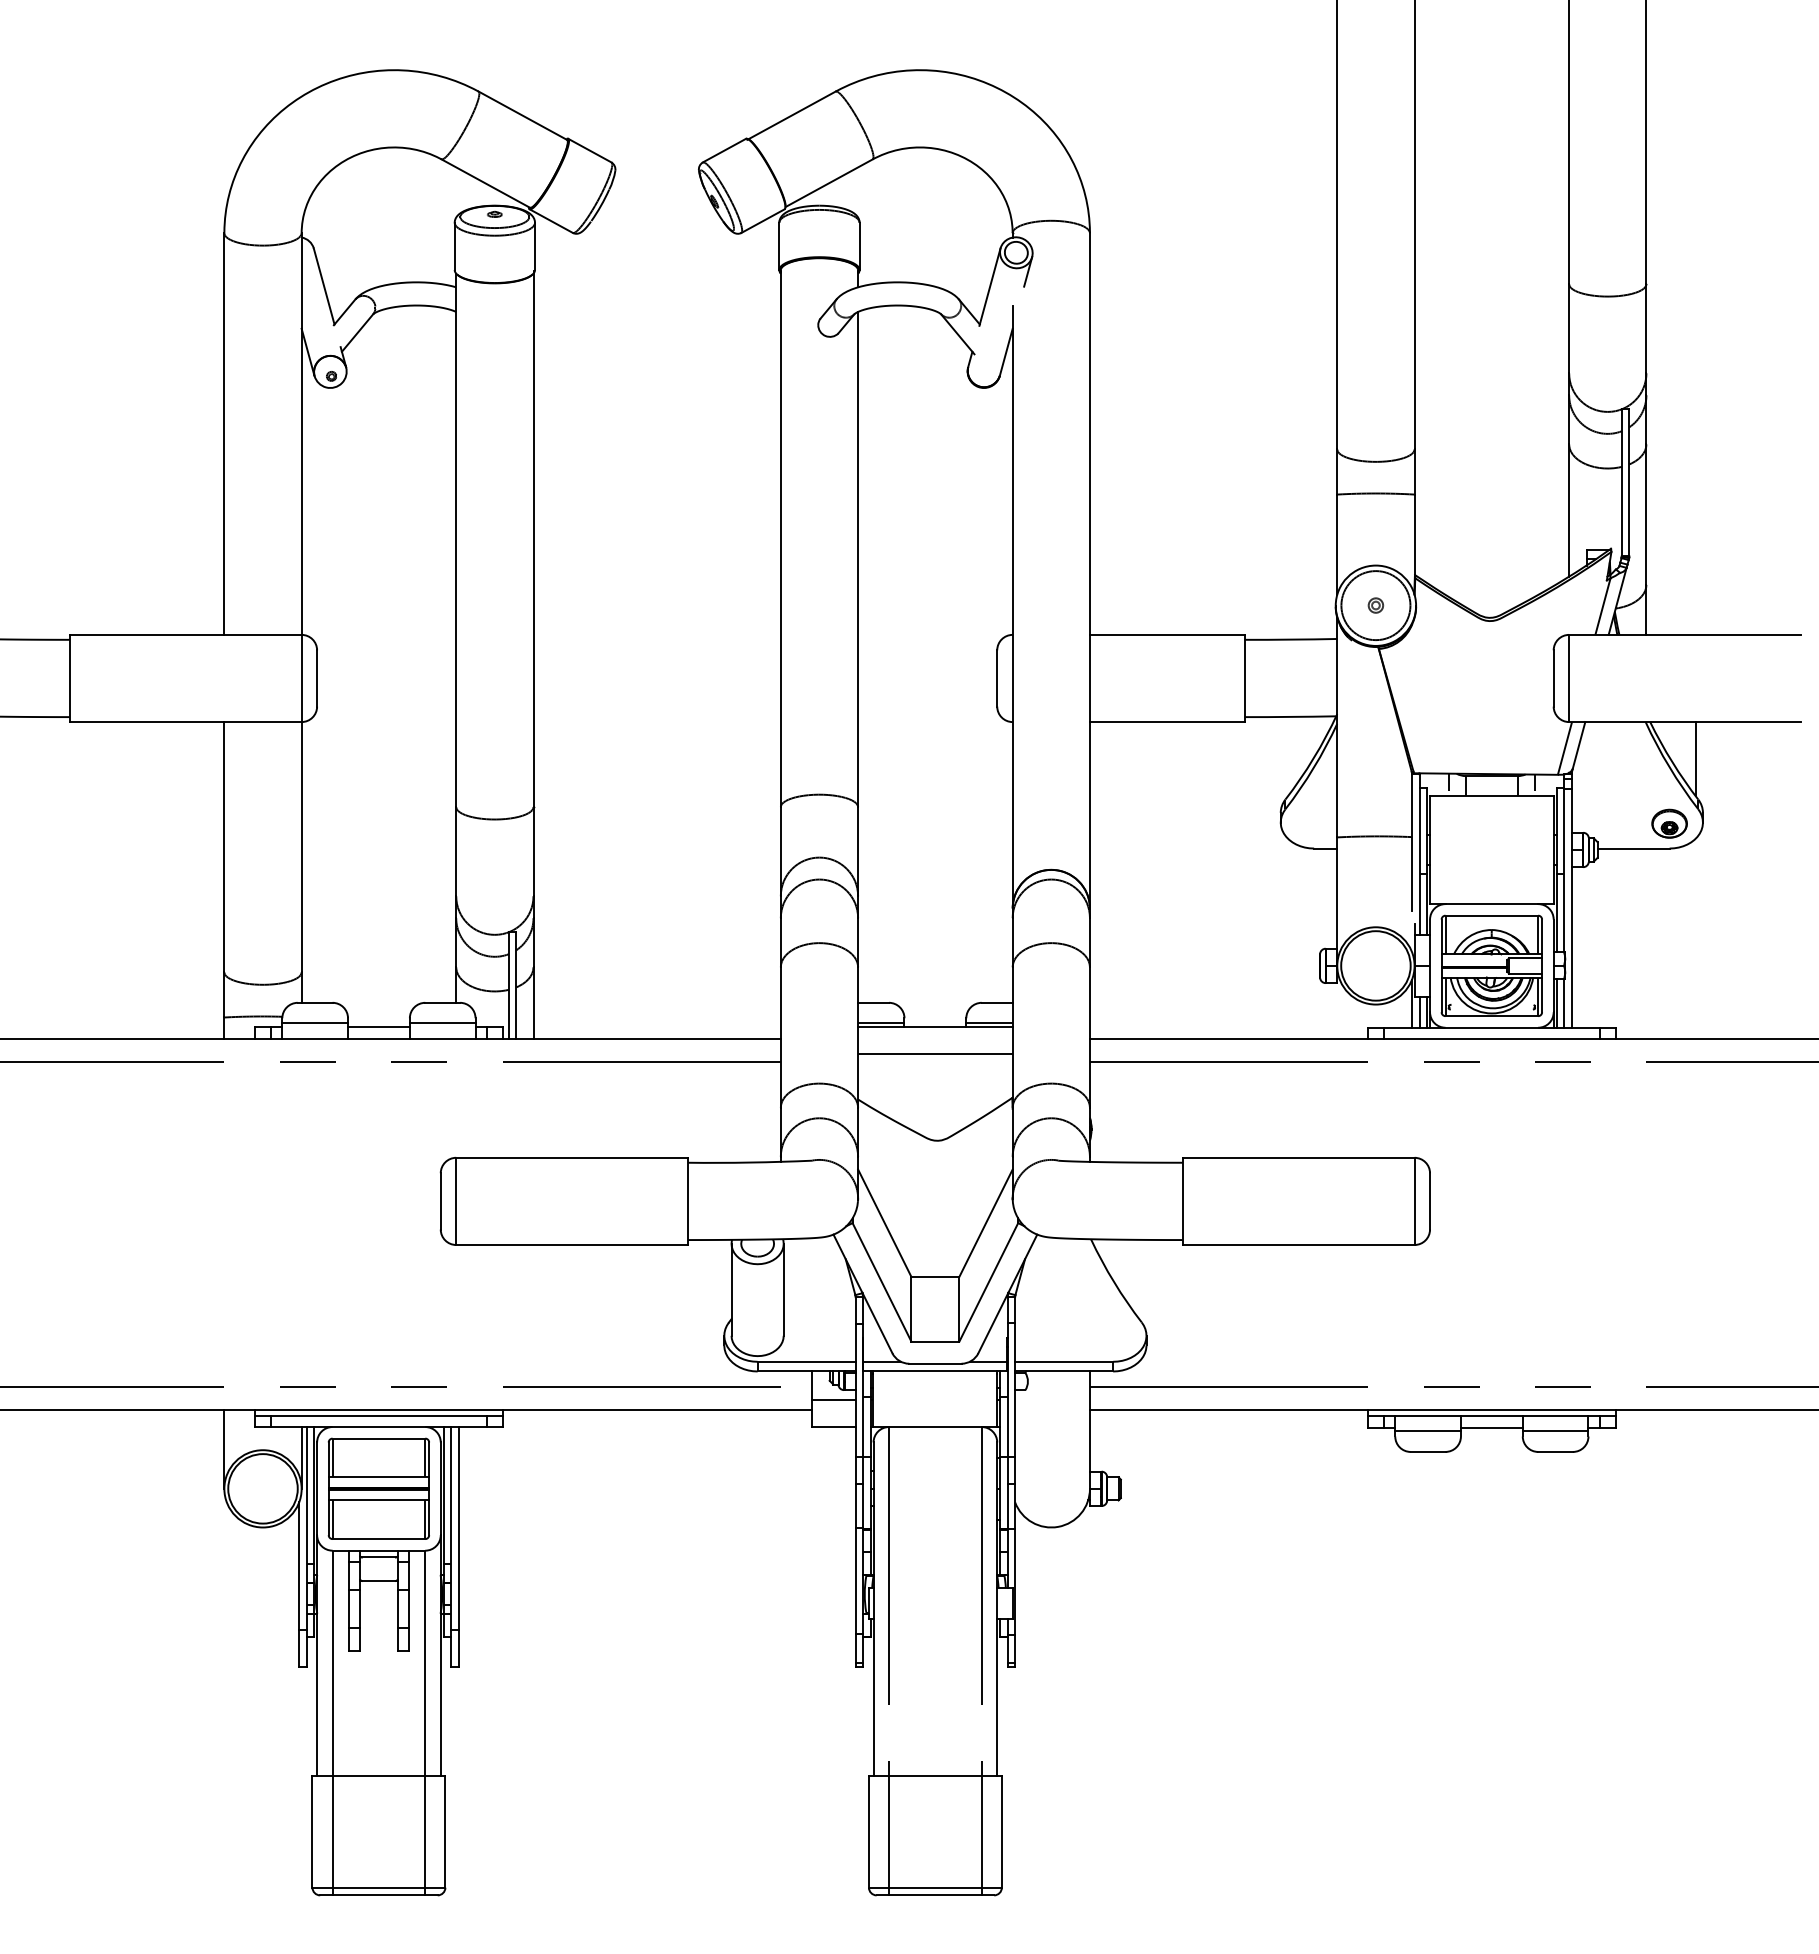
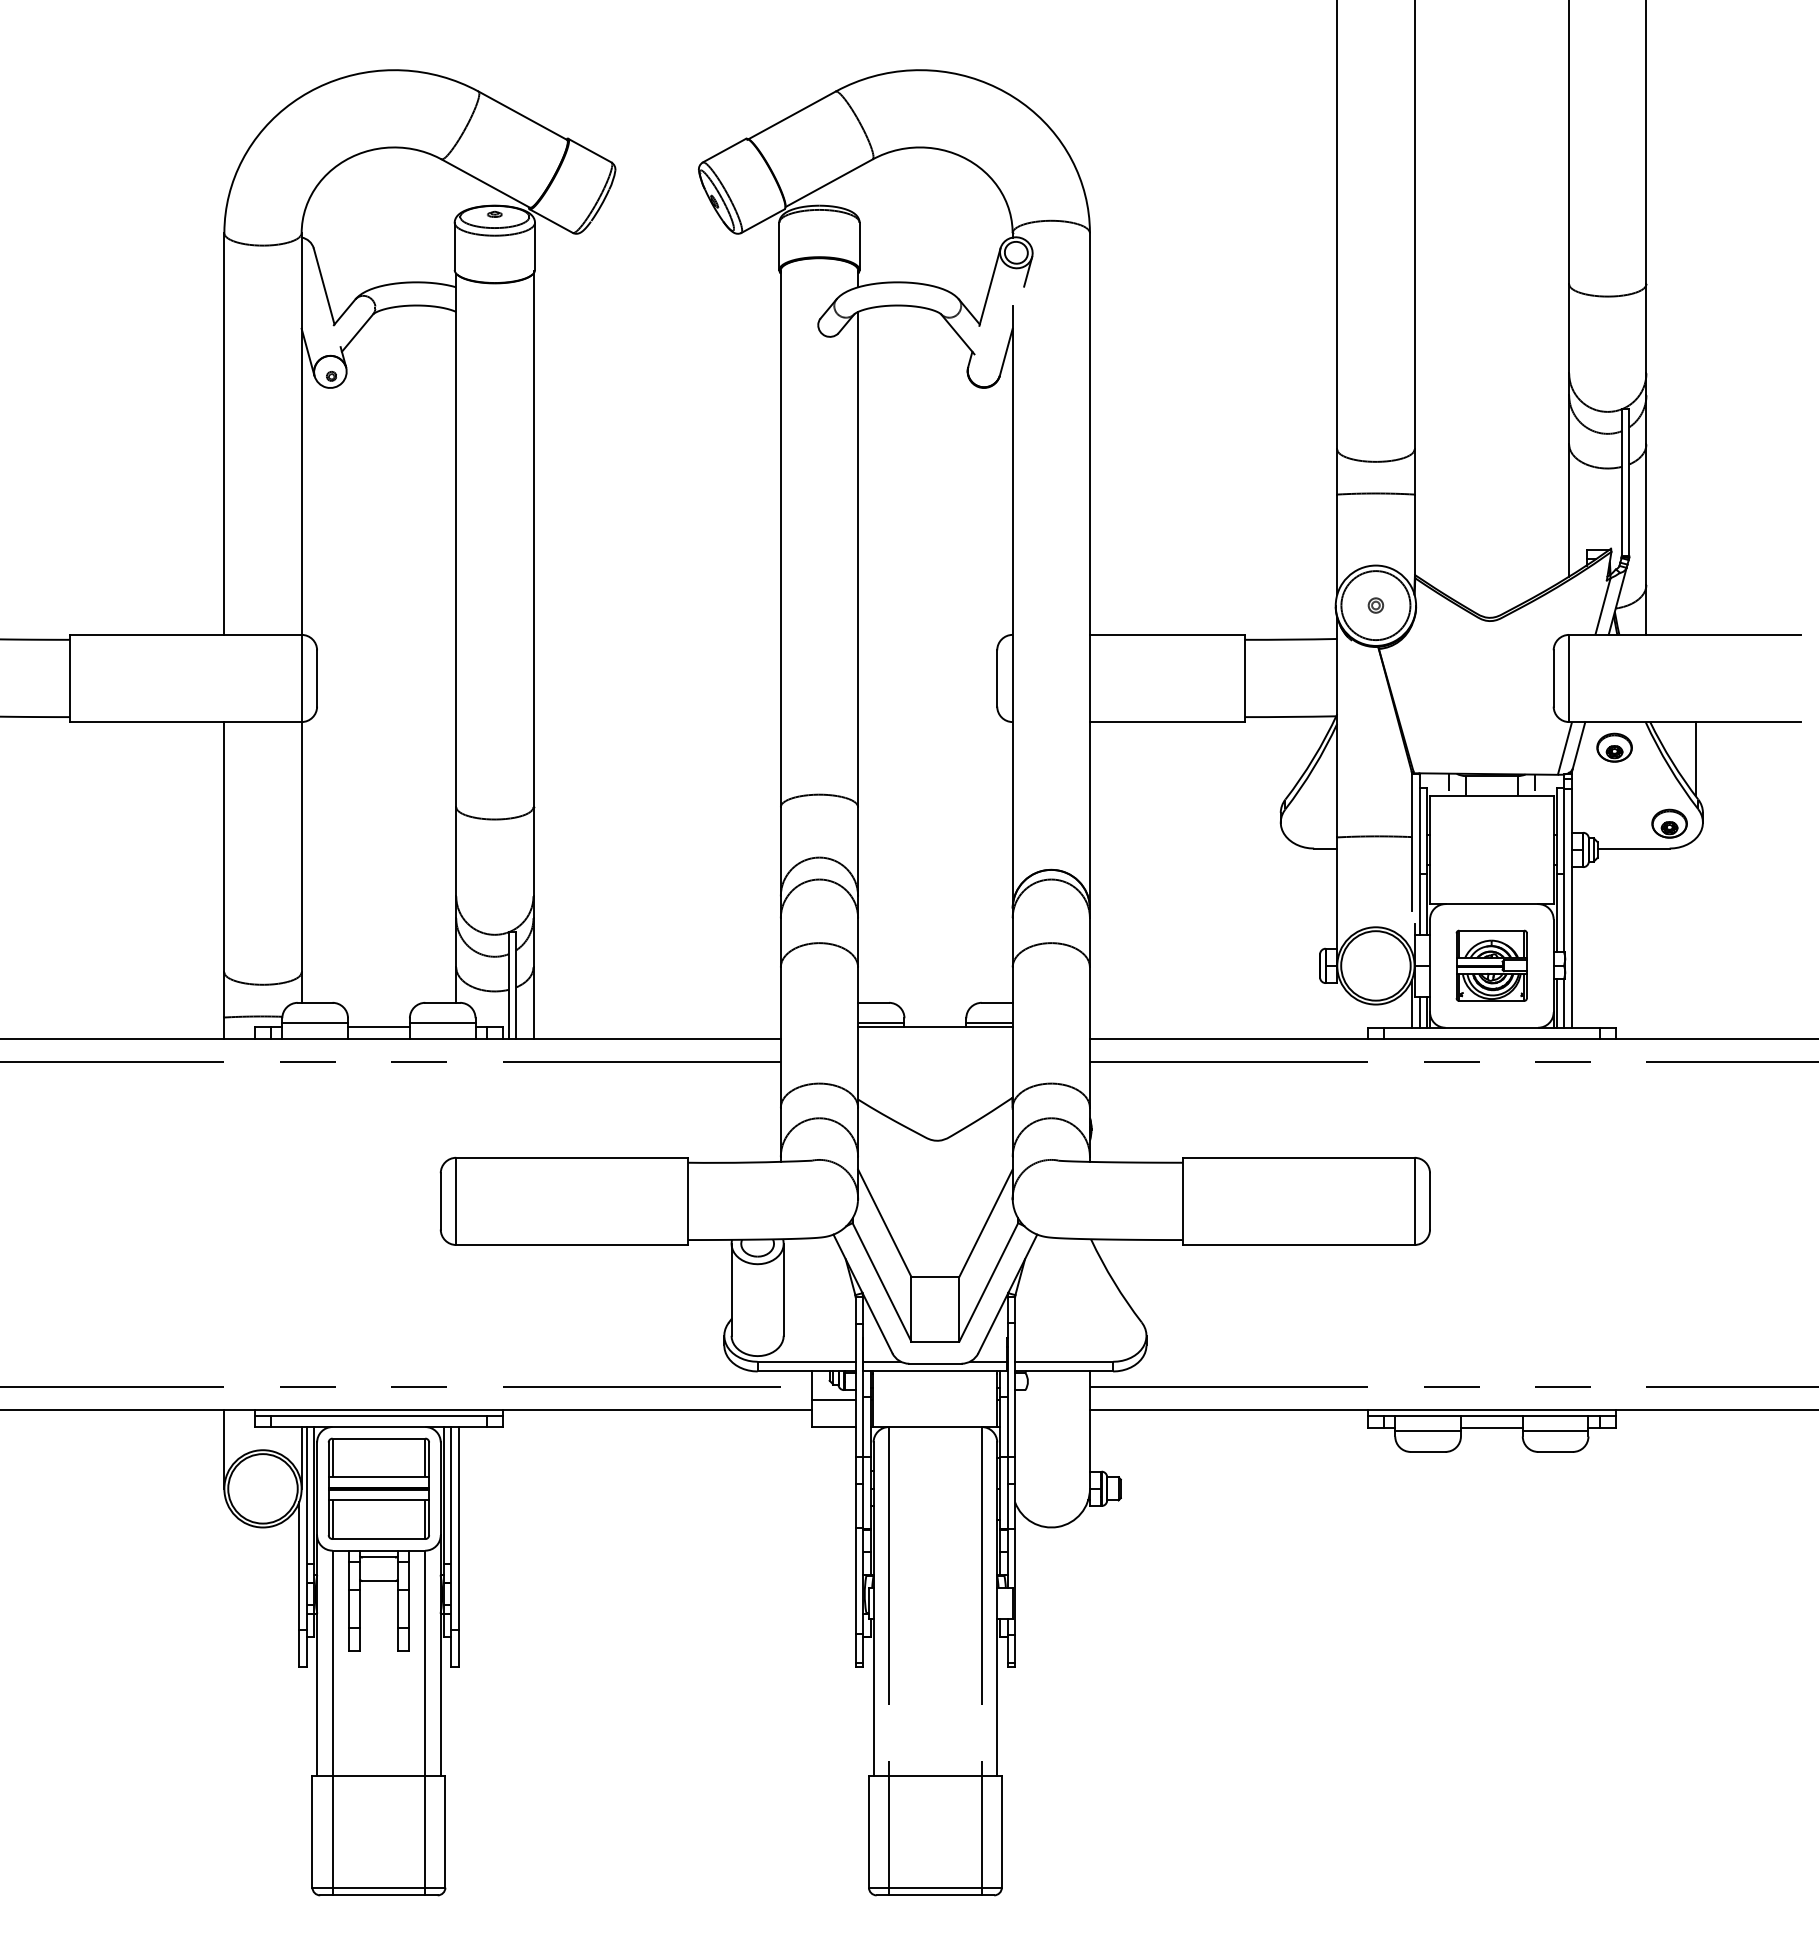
part at (1614, 747): none -> present
part at (1491, 965) size: 103x103 px -> 73x73 px
line at (935, 1054): present -> none
